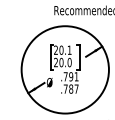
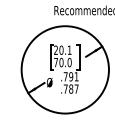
text at (55, 62): 20.0 -> 70.0
